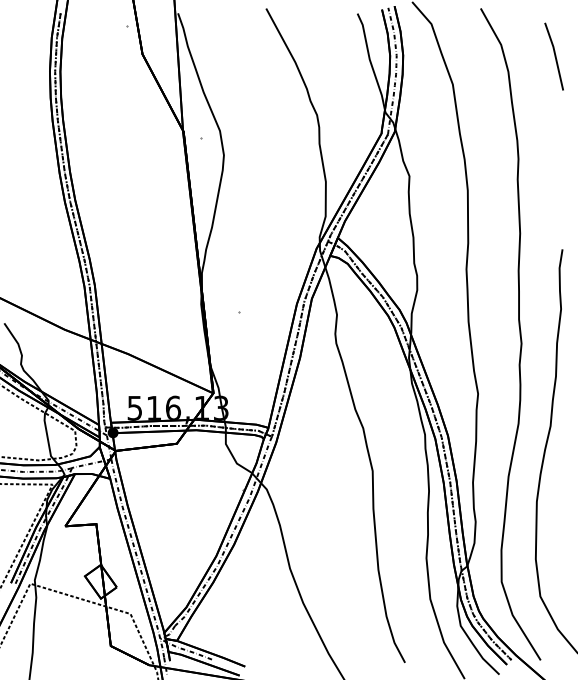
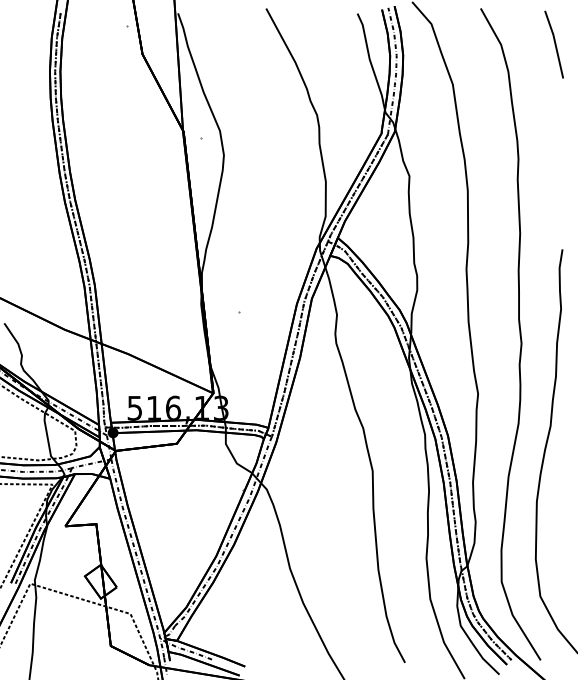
line at (554, 56) position: (554, 56) -> (554, 44)
